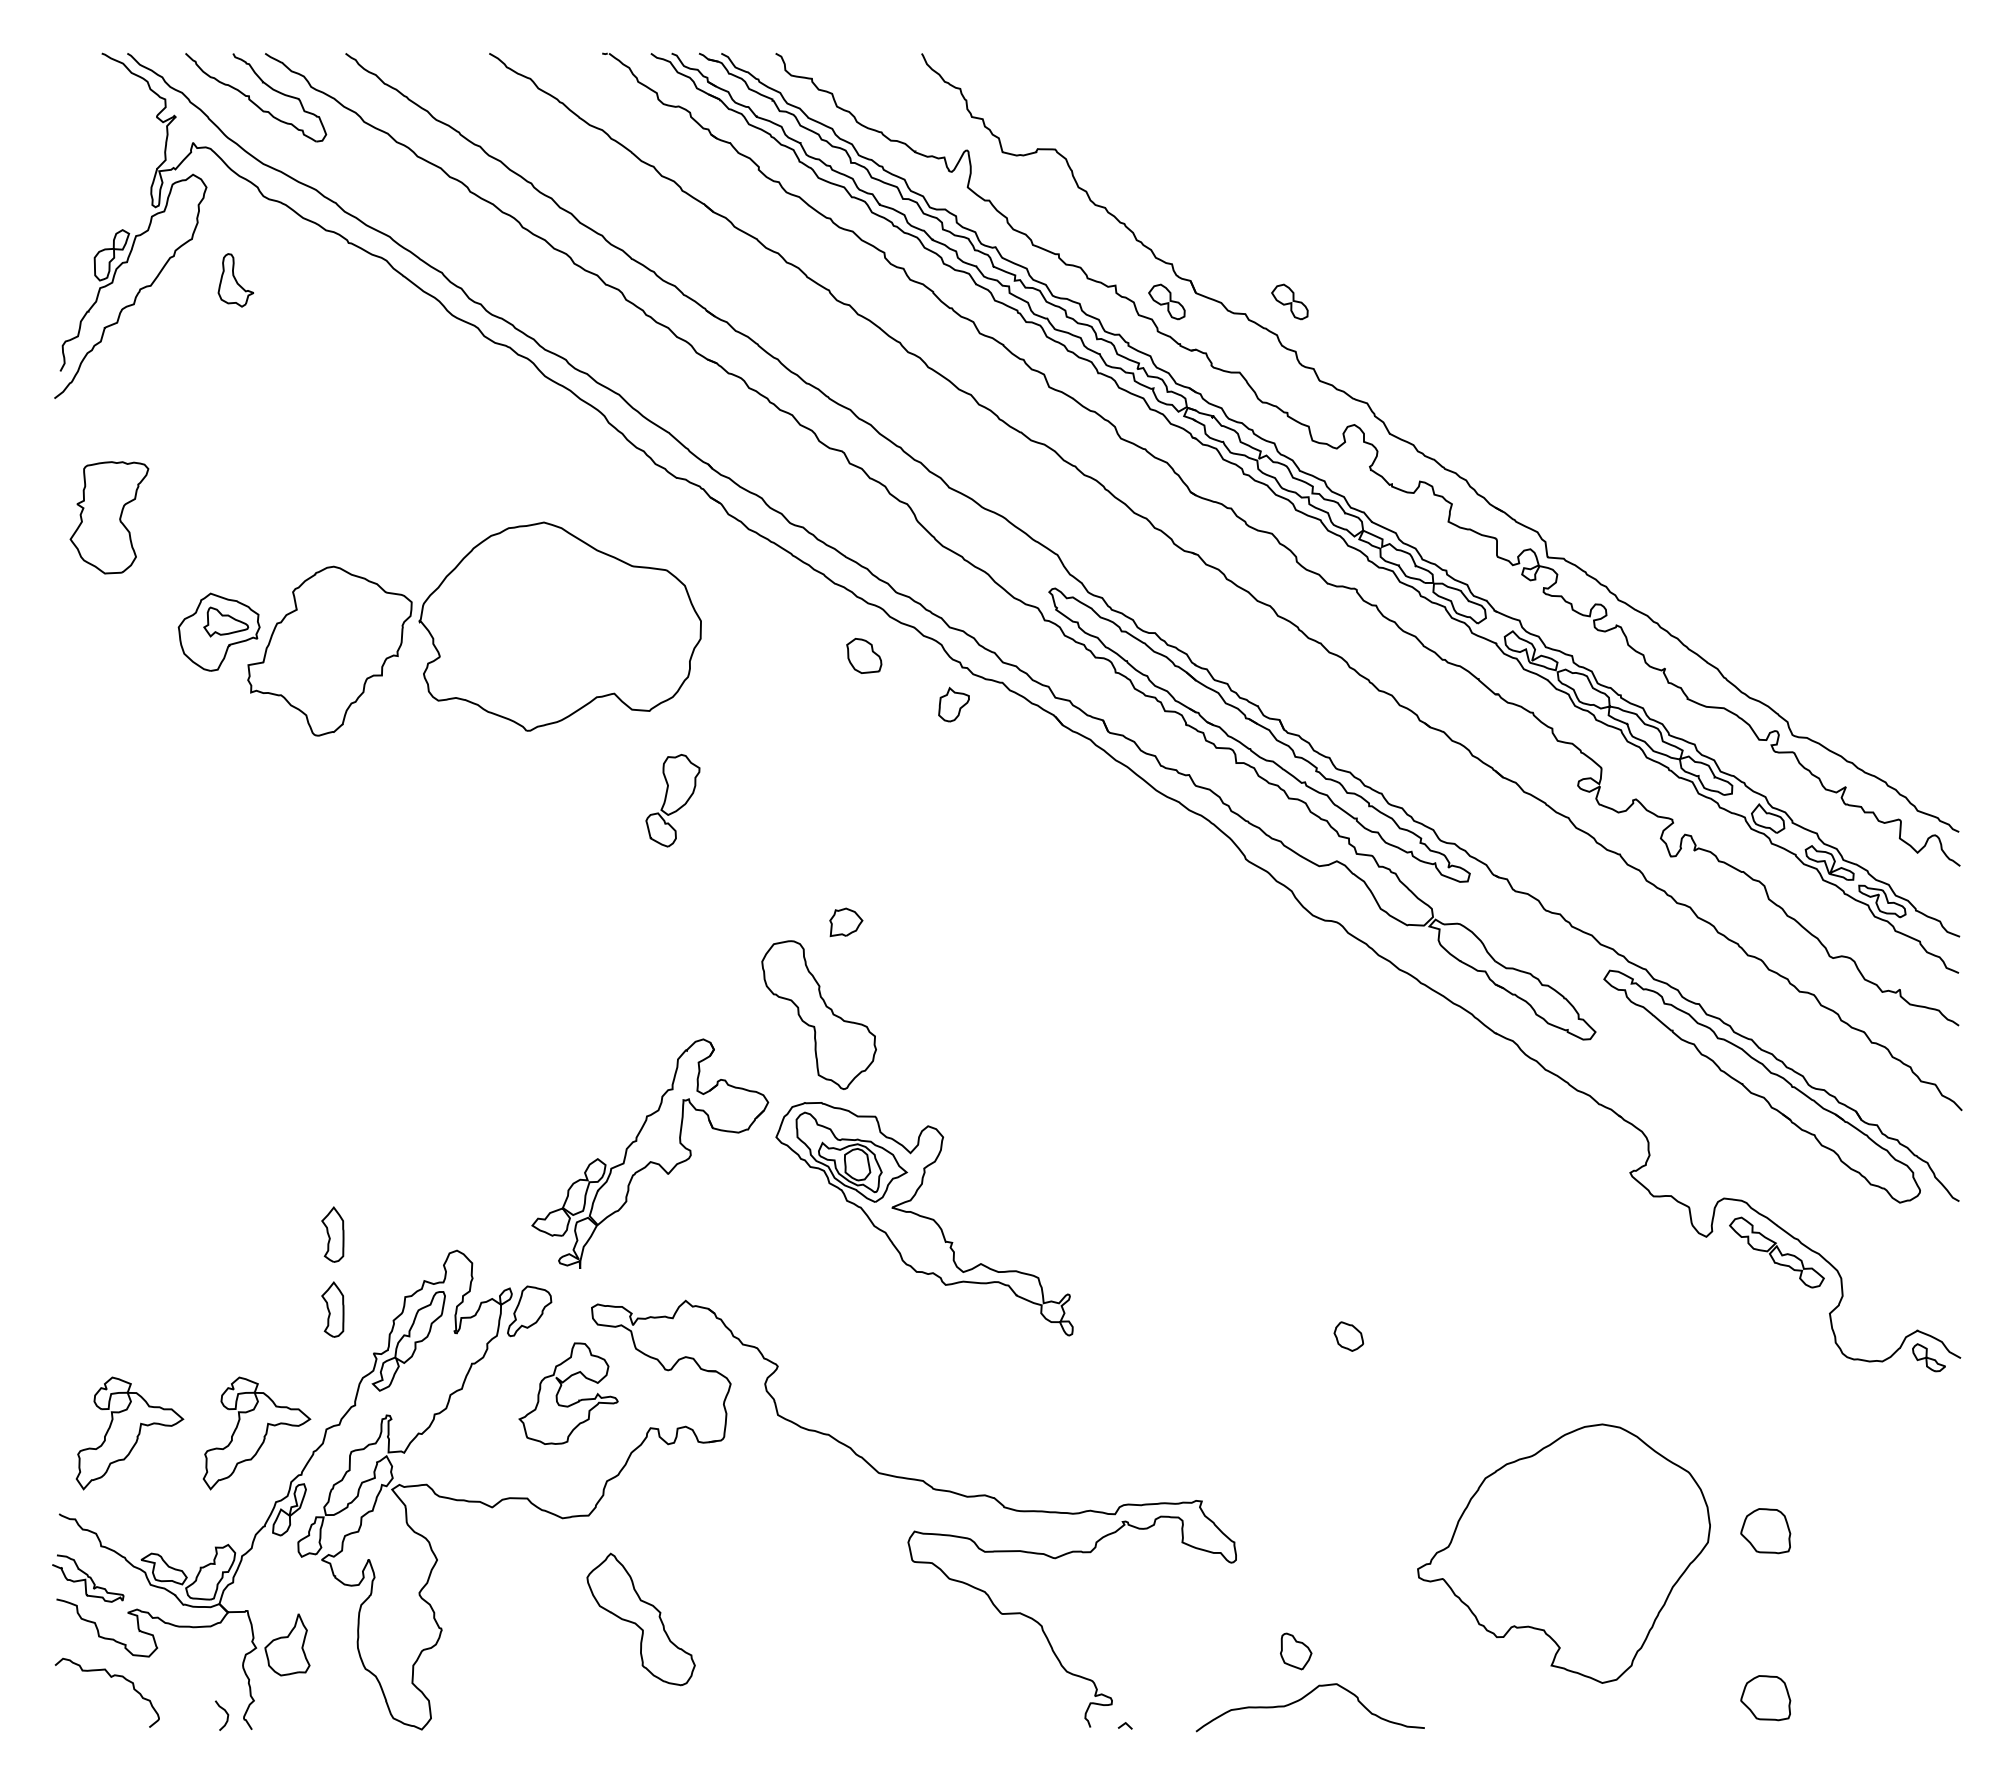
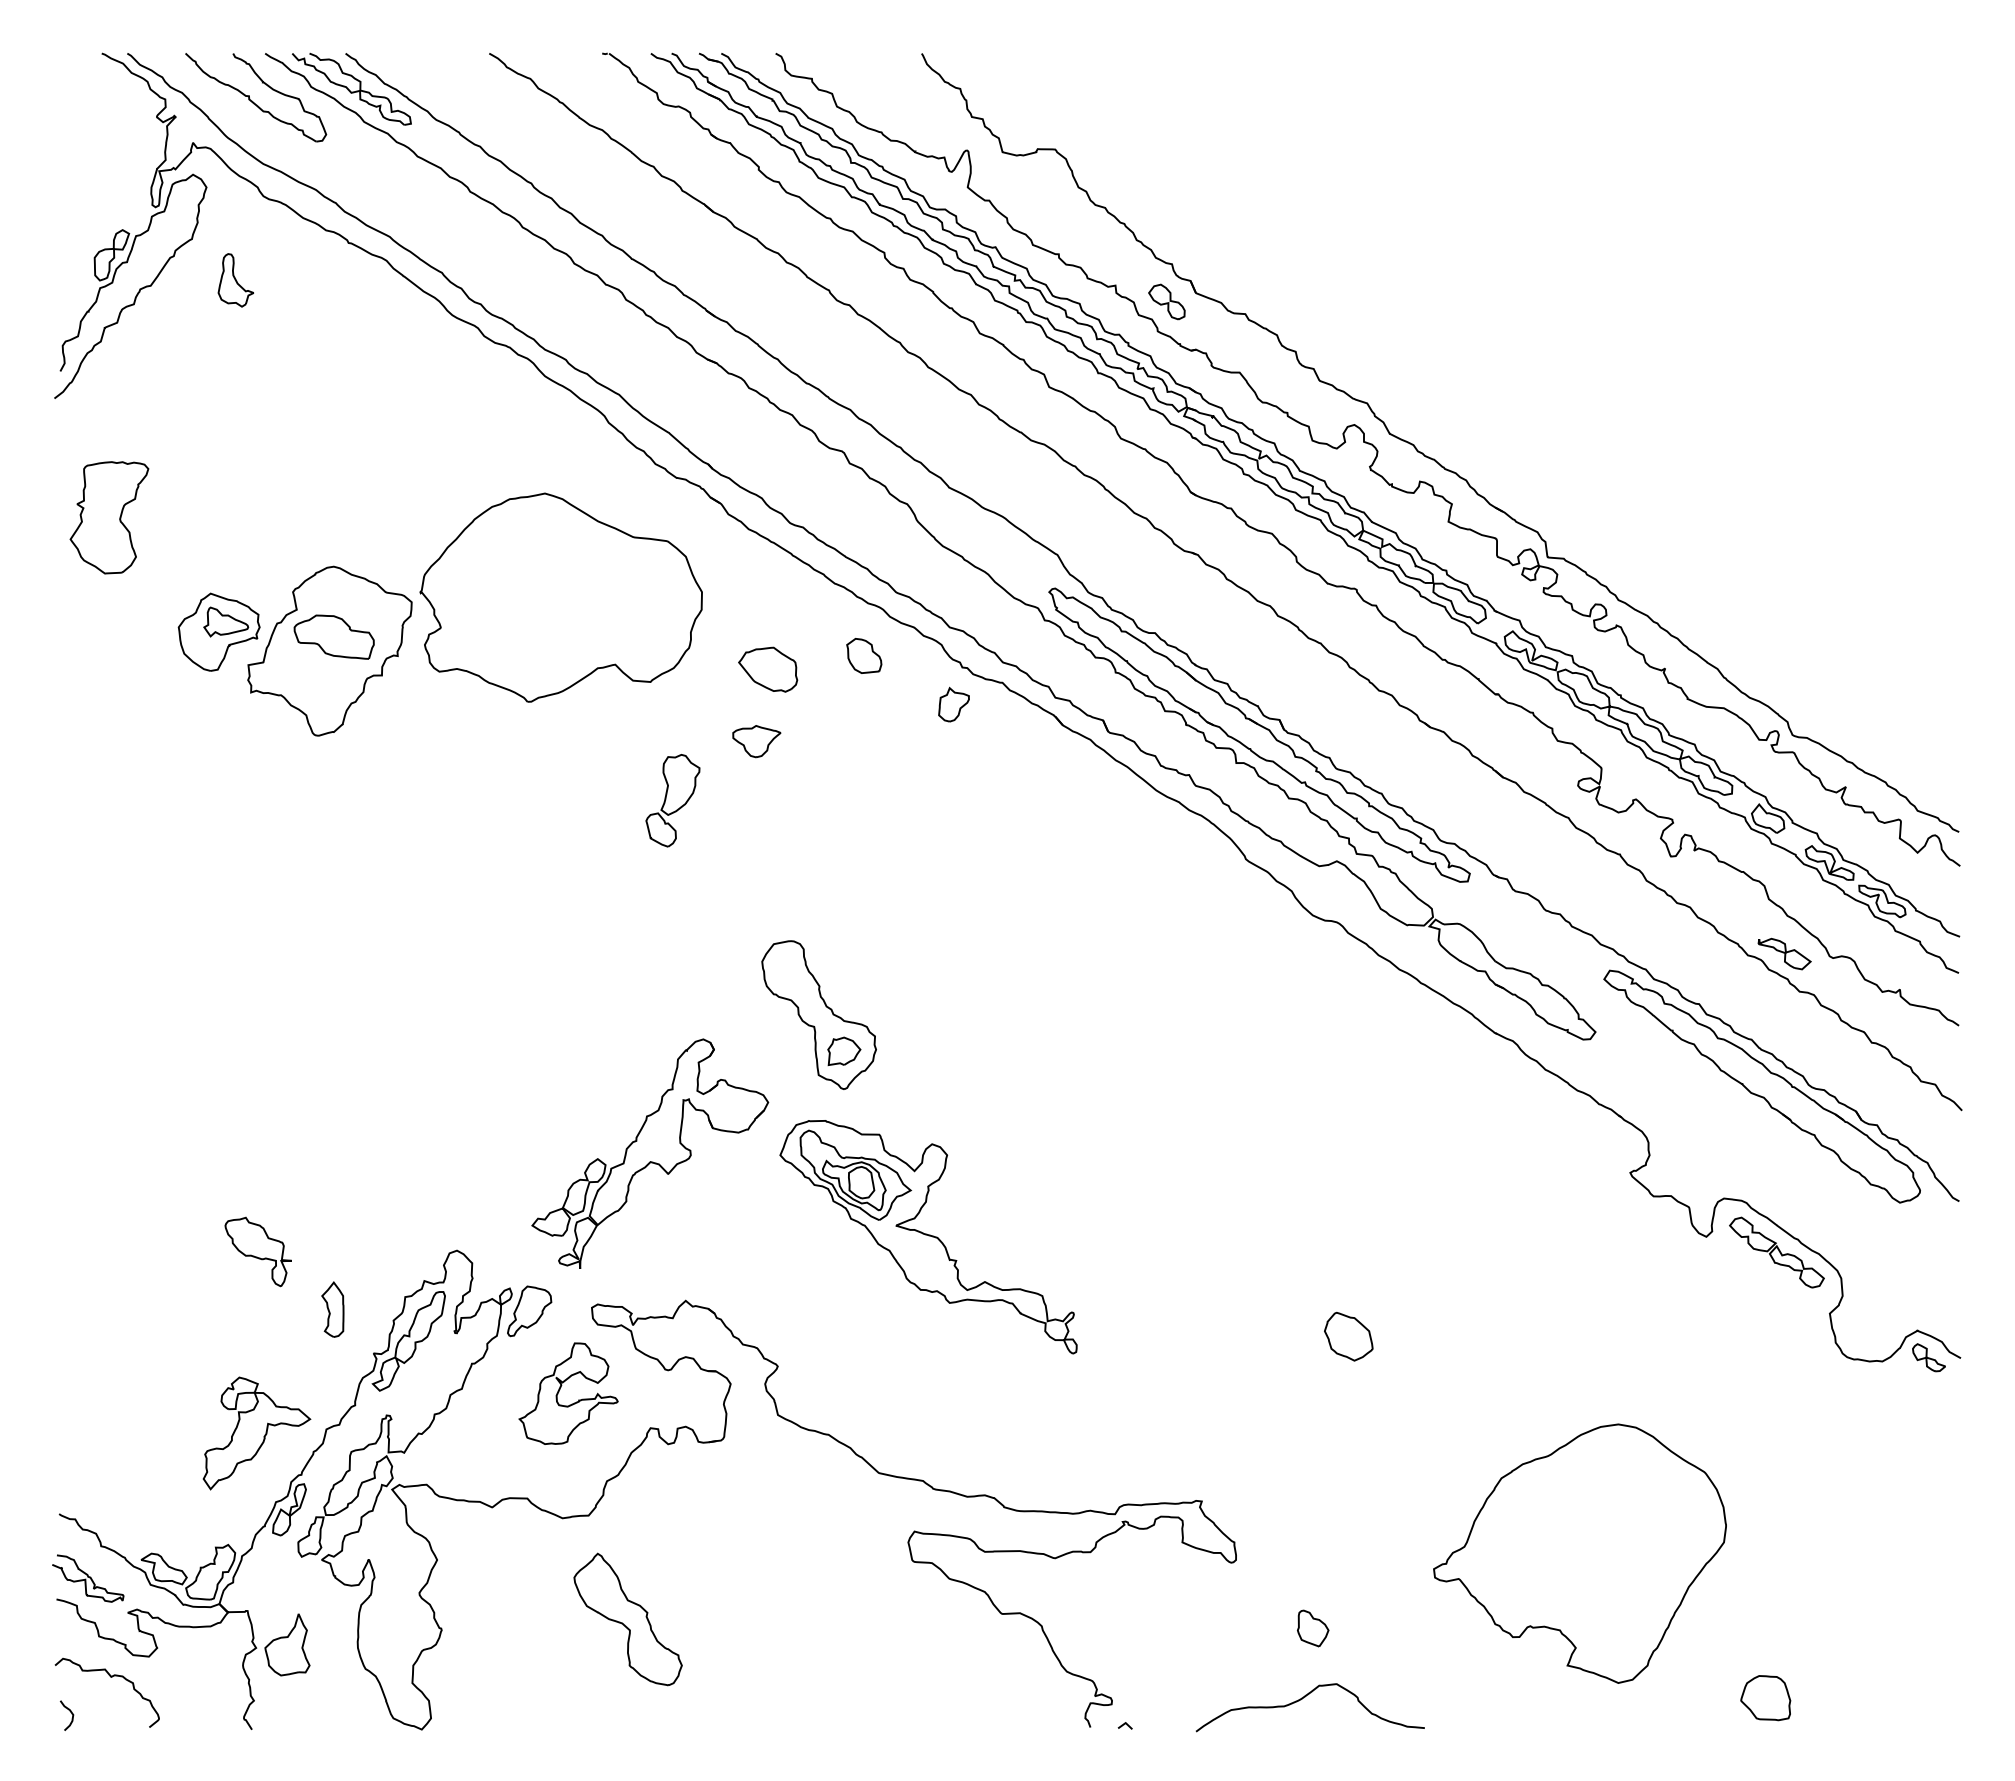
part at (351, 88): none -> present
part at (1289, 301): present -> none
part at (559, 626) position: (559, 626) -> (560, 597)
part at (333, 636): none -> present
part at (768, 669): none -> present
part at (756, 741): none -> present
part at (846, 921) position: (846, 921) -> (844, 1050)
part at (1784, 953): none -> present
part at (924, 1219) position: (924, 1219) -> (928, 1237)
part at (332, 1234): present -> none
part at (257, 1251): none -> present
part at (1348, 1336) size: 32x31 px -> 50x51 px
part at (129, 1433): present -> none
part at (1765, 1531): present -> none
part at (1563, 1553) position: (1563, 1553) -> (1579, 1553)
part at (640, 1619) position: (640, 1619) -> (627, 1619)
part at (1296, 1651) position: (1296, 1651) -> (1313, 1628)
curve at (226, 1714) position: (226, 1714) -> (71, 1714)
